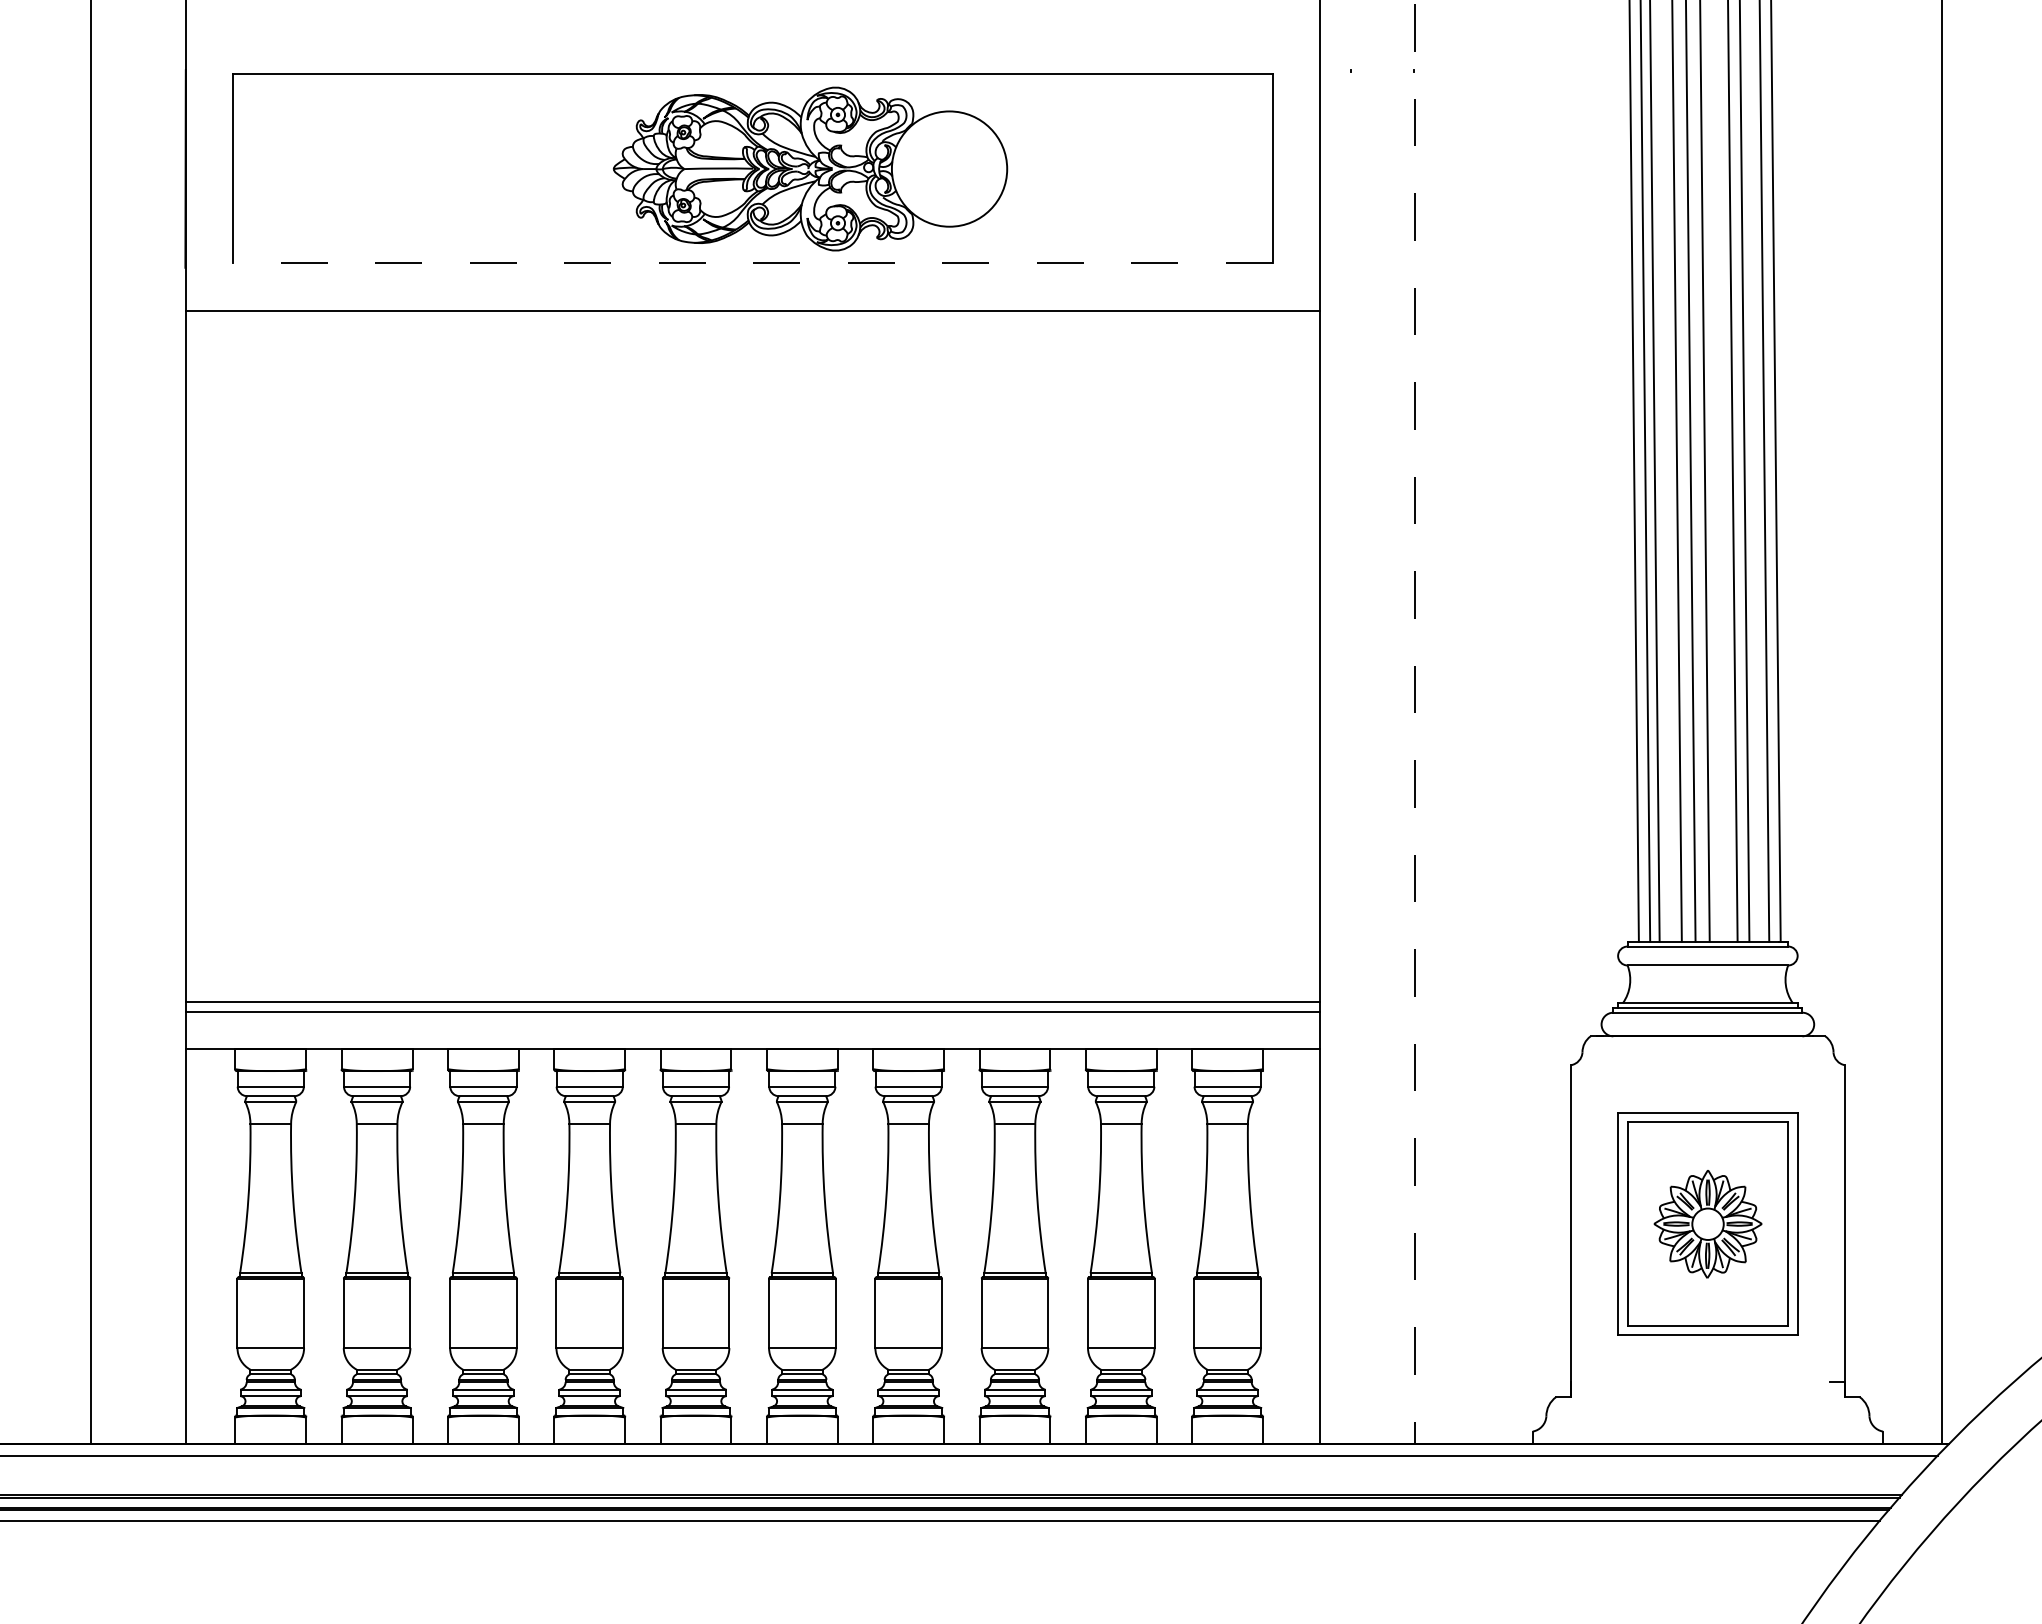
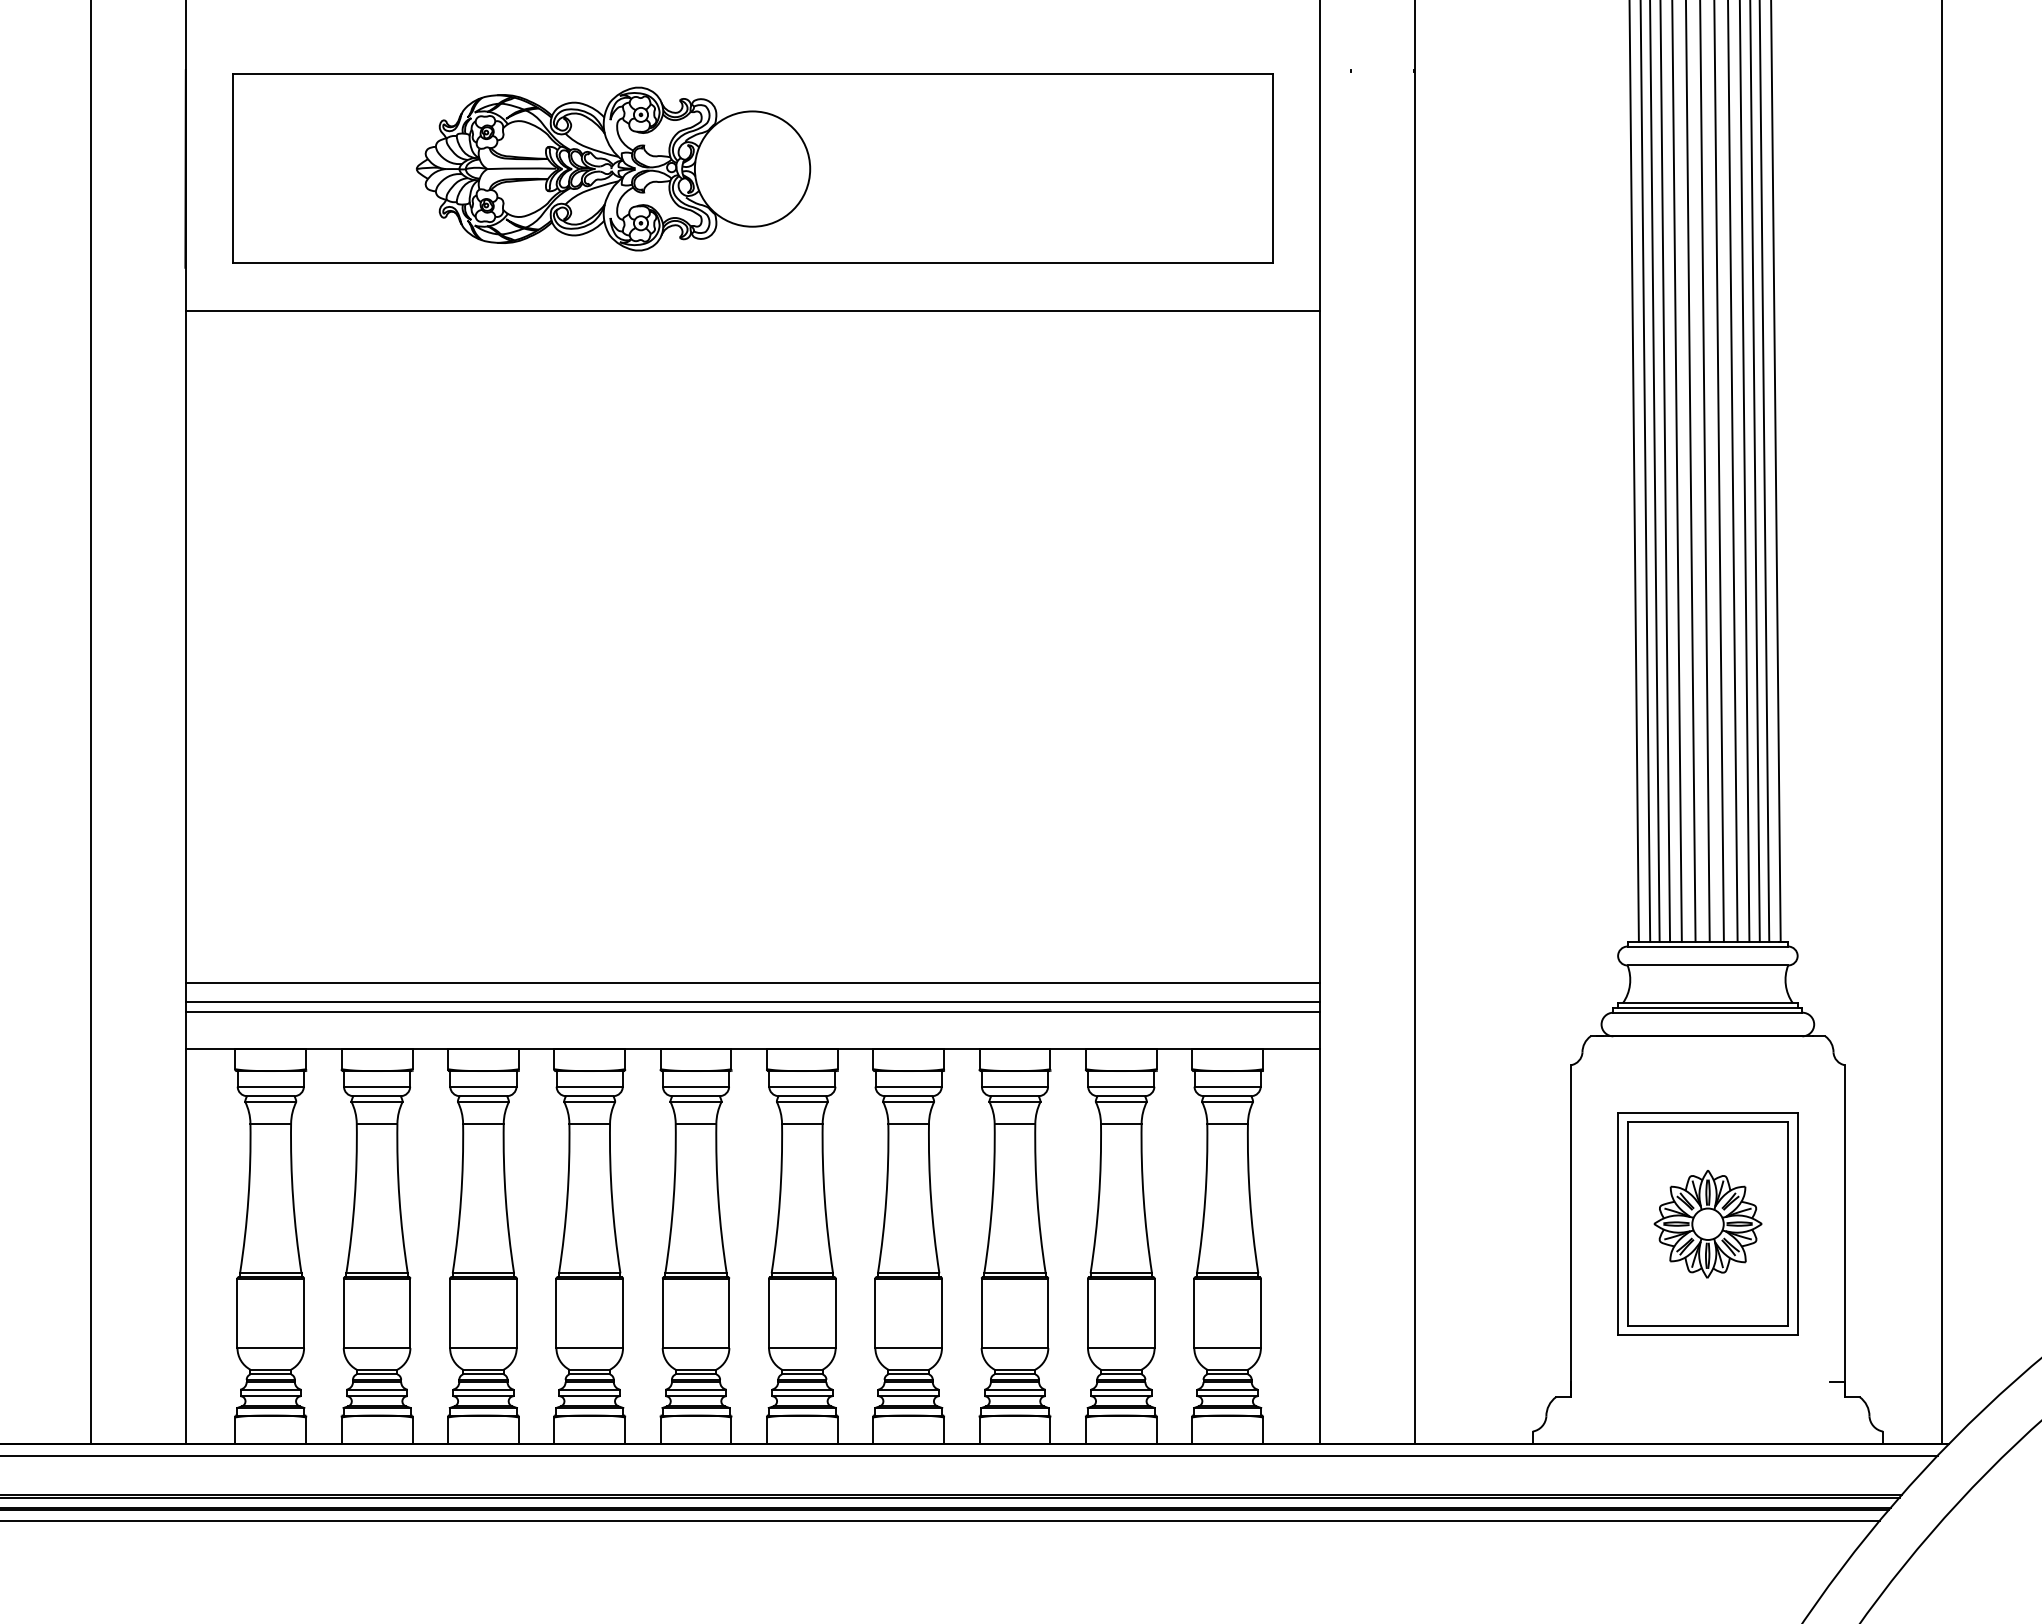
part at (810, 168) position: (810, 168) -> (613, 168)
line at (752, 263): dashed -> solid
line at (1665, 471): none -> present
line at (1718, 471): none -> present
line at (1754, 471): none -> present
line at (1414, 722): dashed -> solid
line at (752, 983): none -> present
